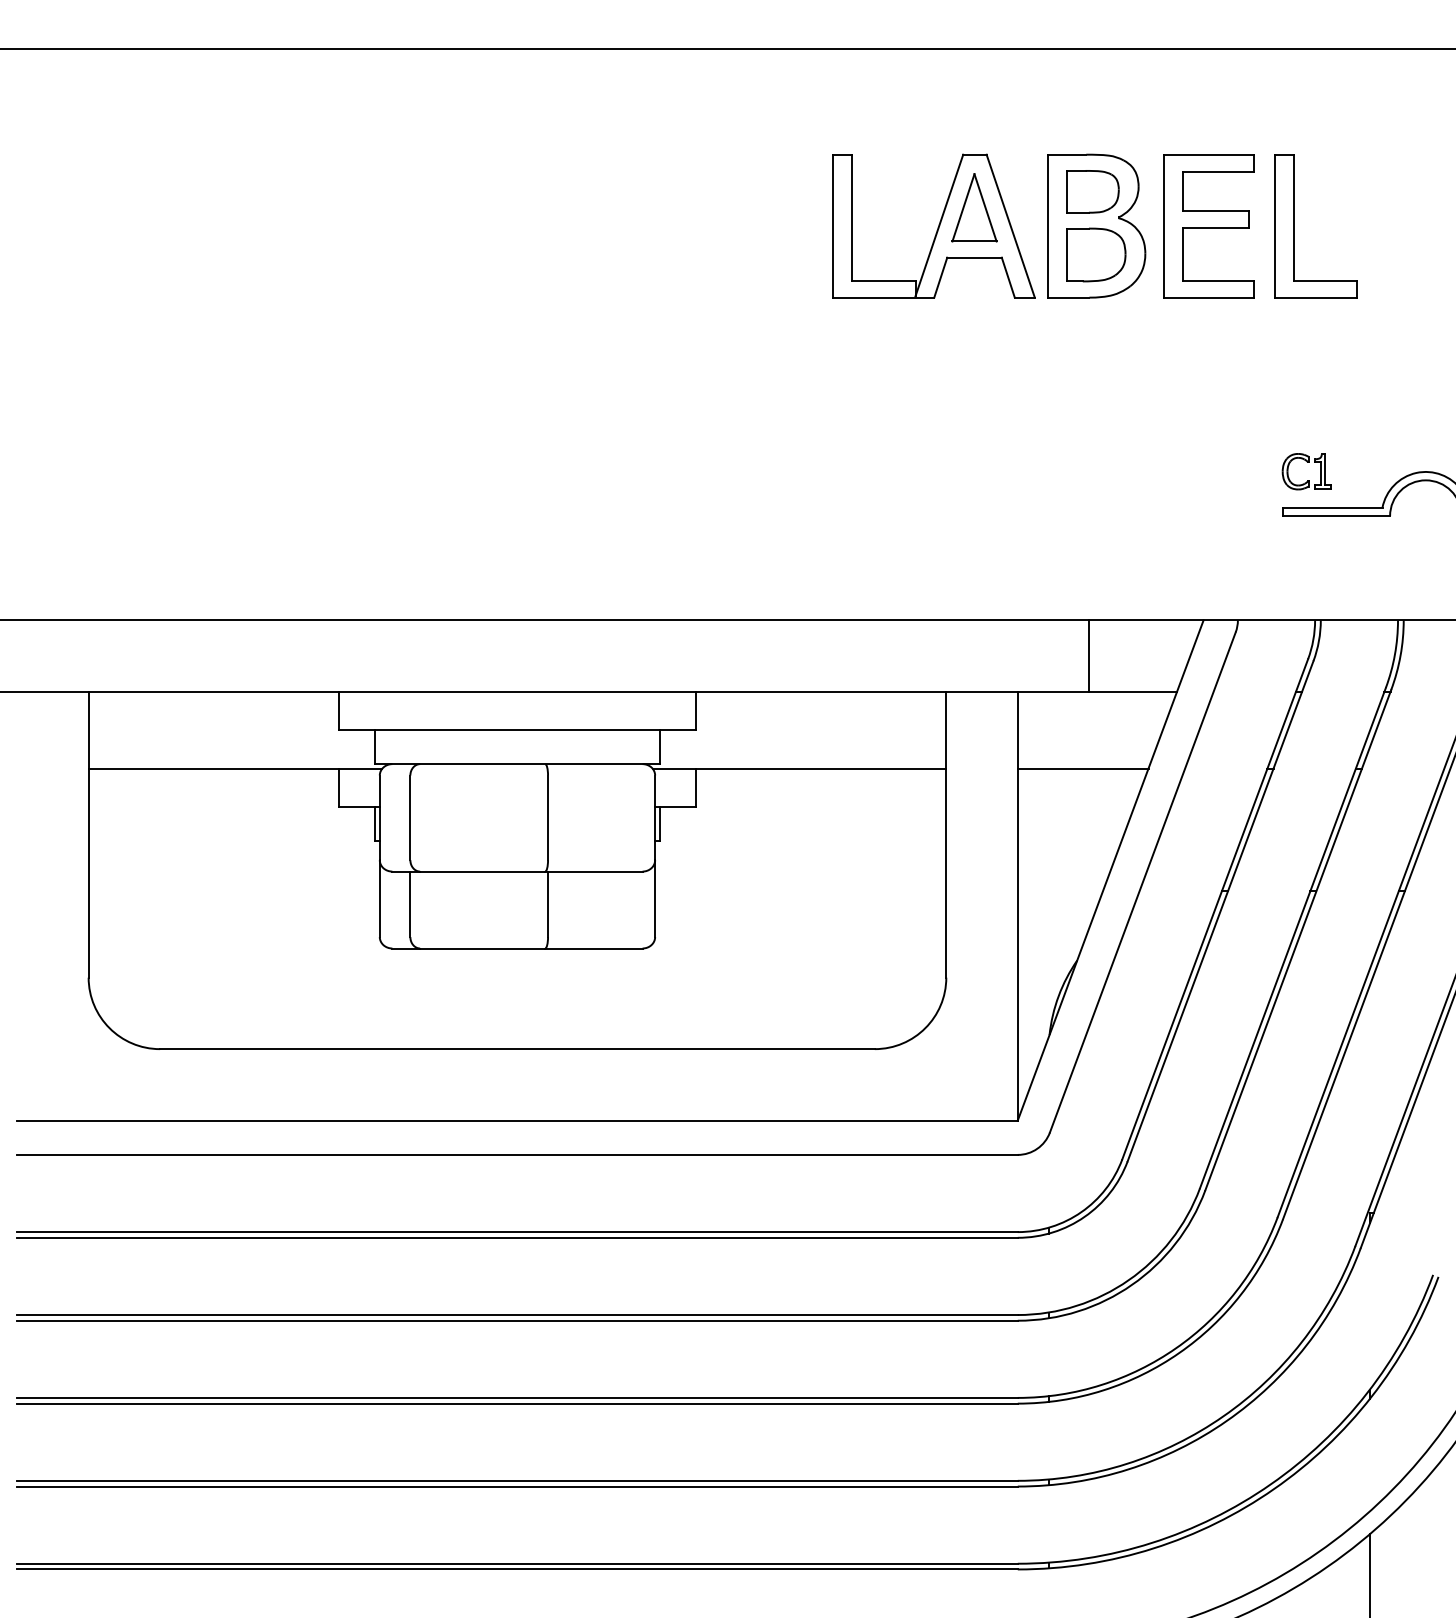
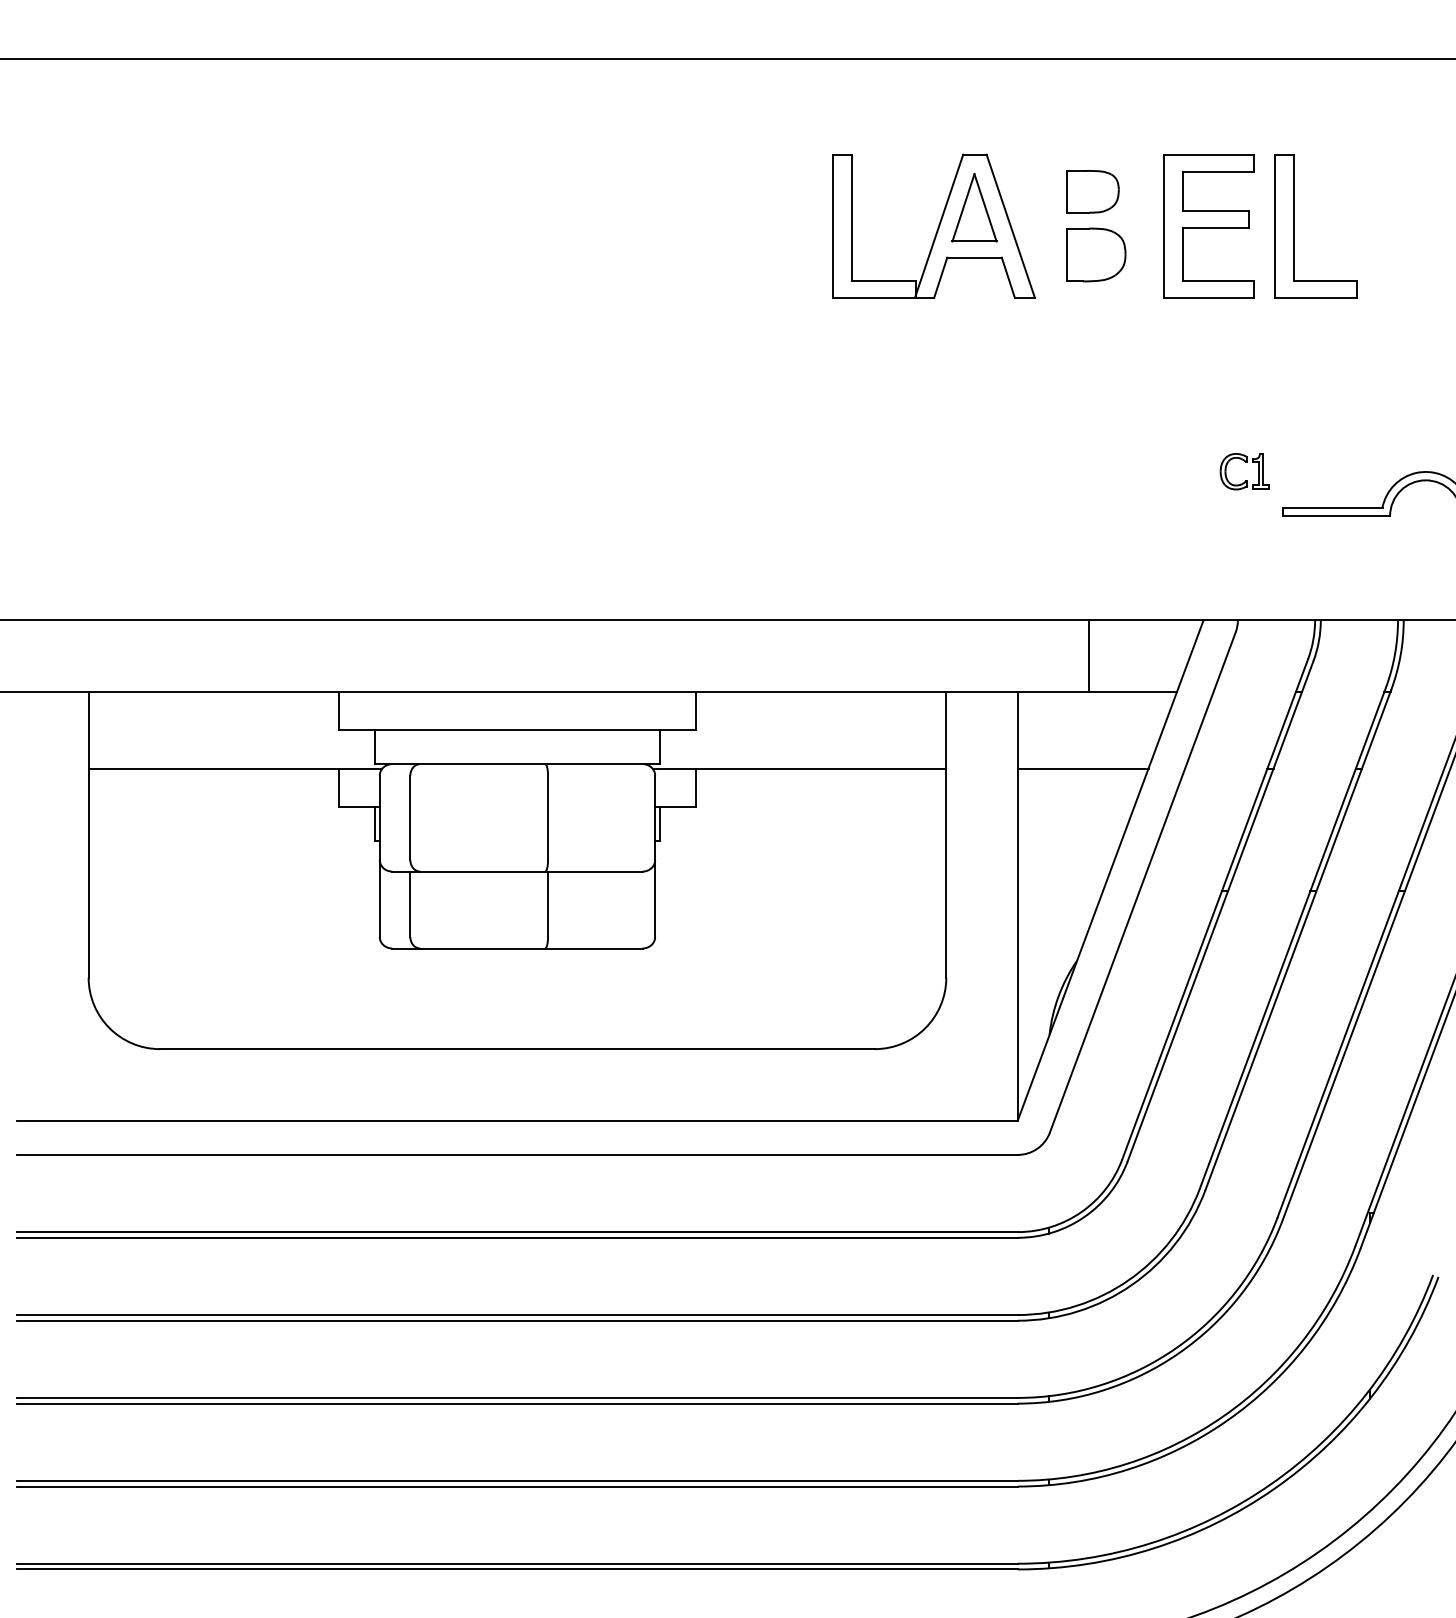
line at (727, 48) position: (727, 48) -> (727, 58)
part at (1096, 225): present -> none
part at (1307, 462) position: (1307, 462) -> (1245, 462)
line at (1369, 1574): present -> none
